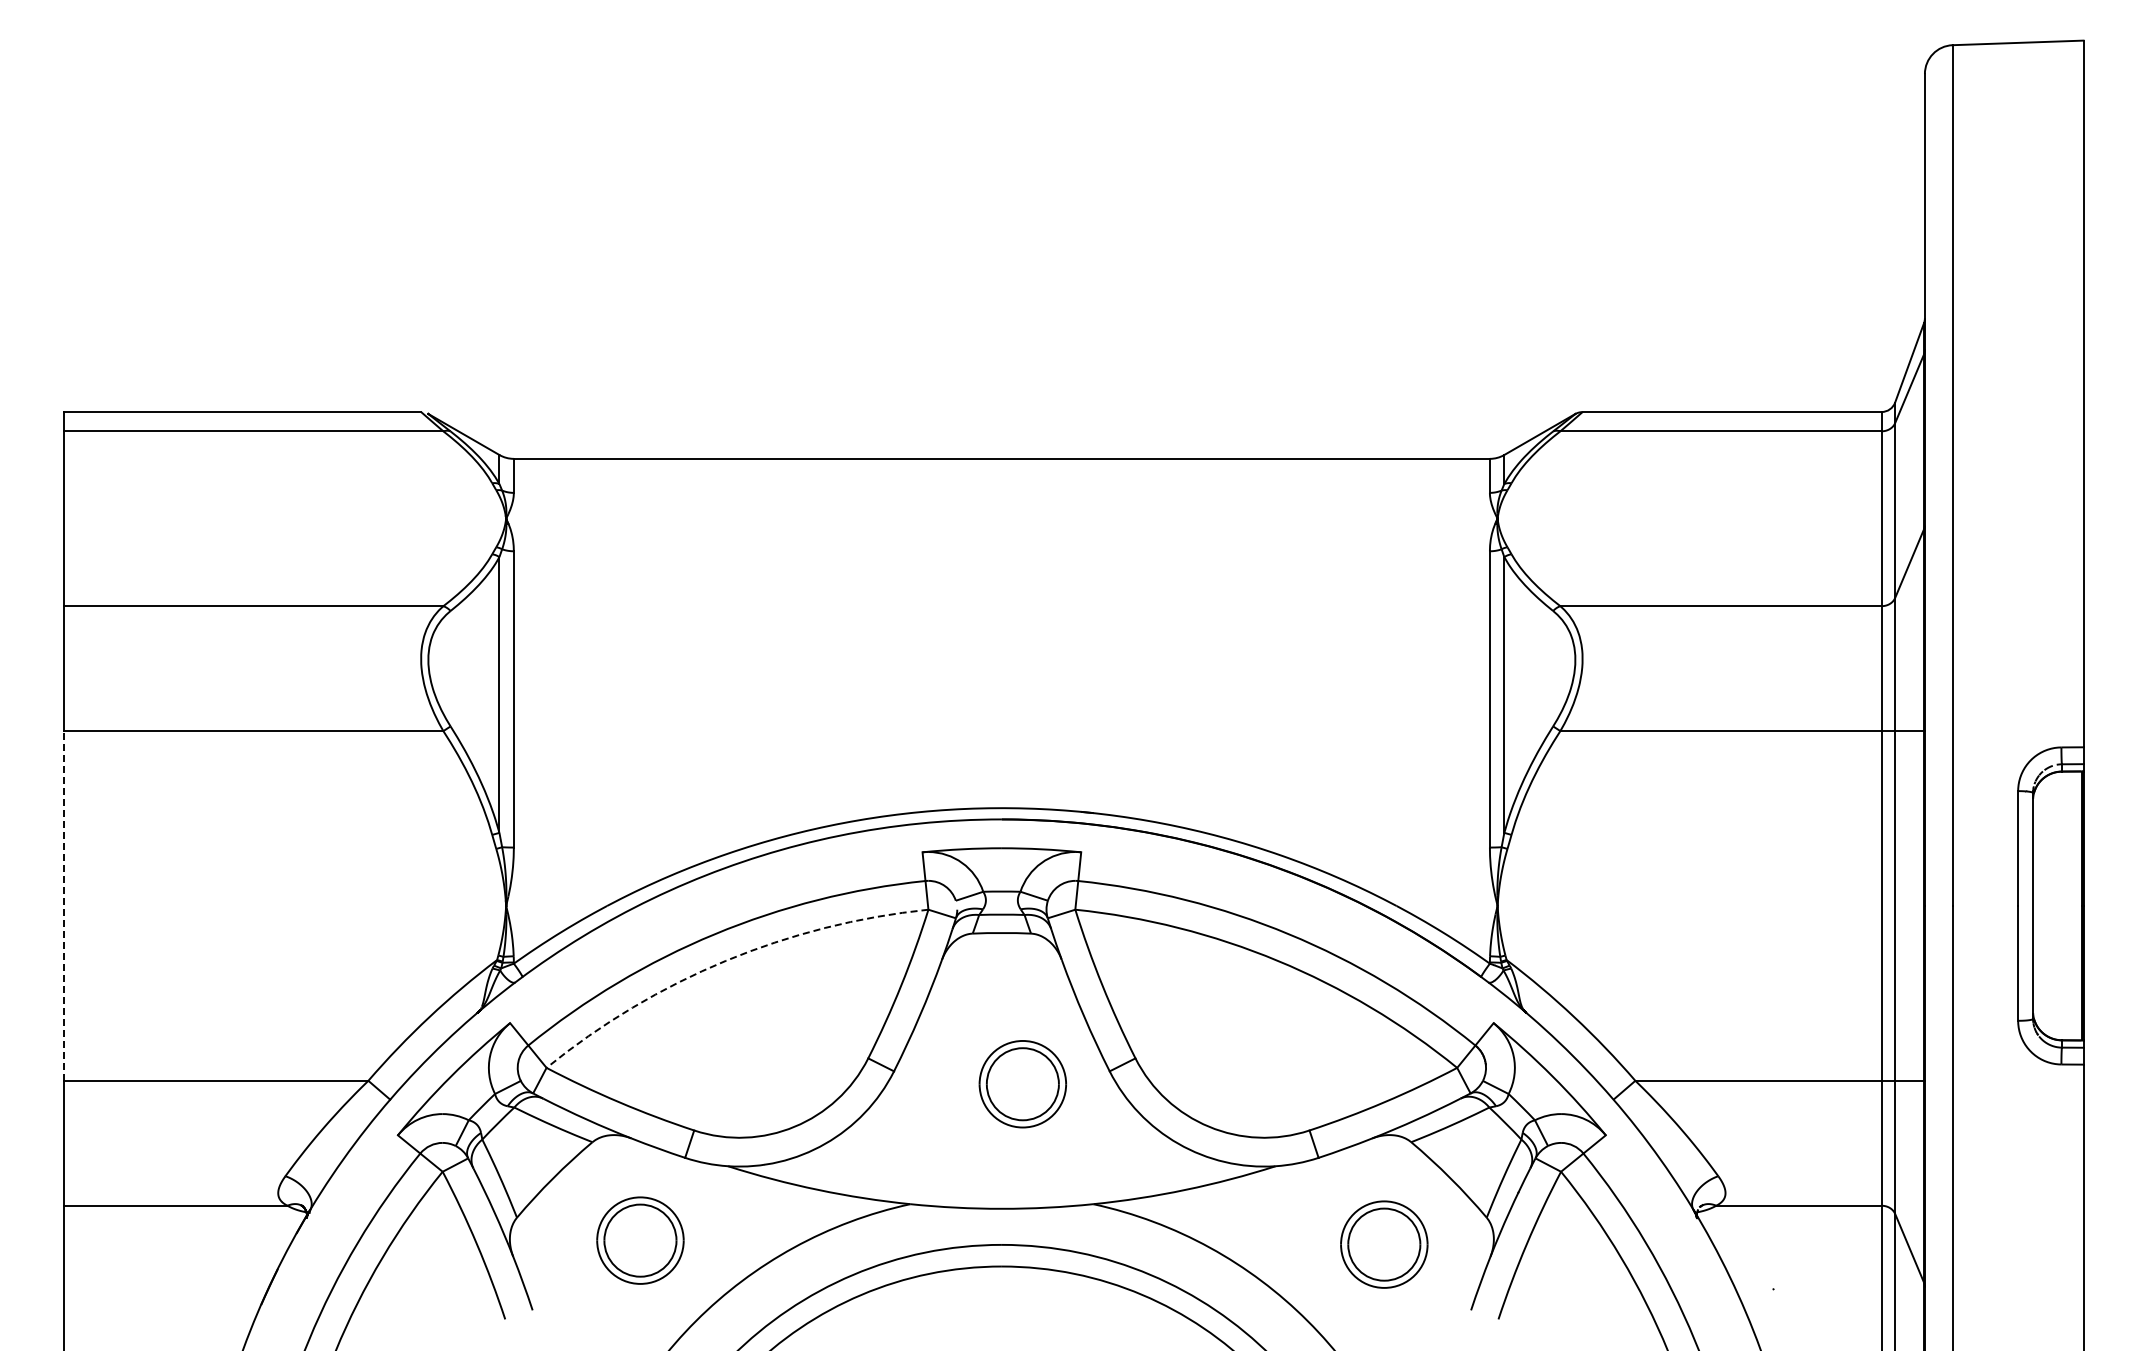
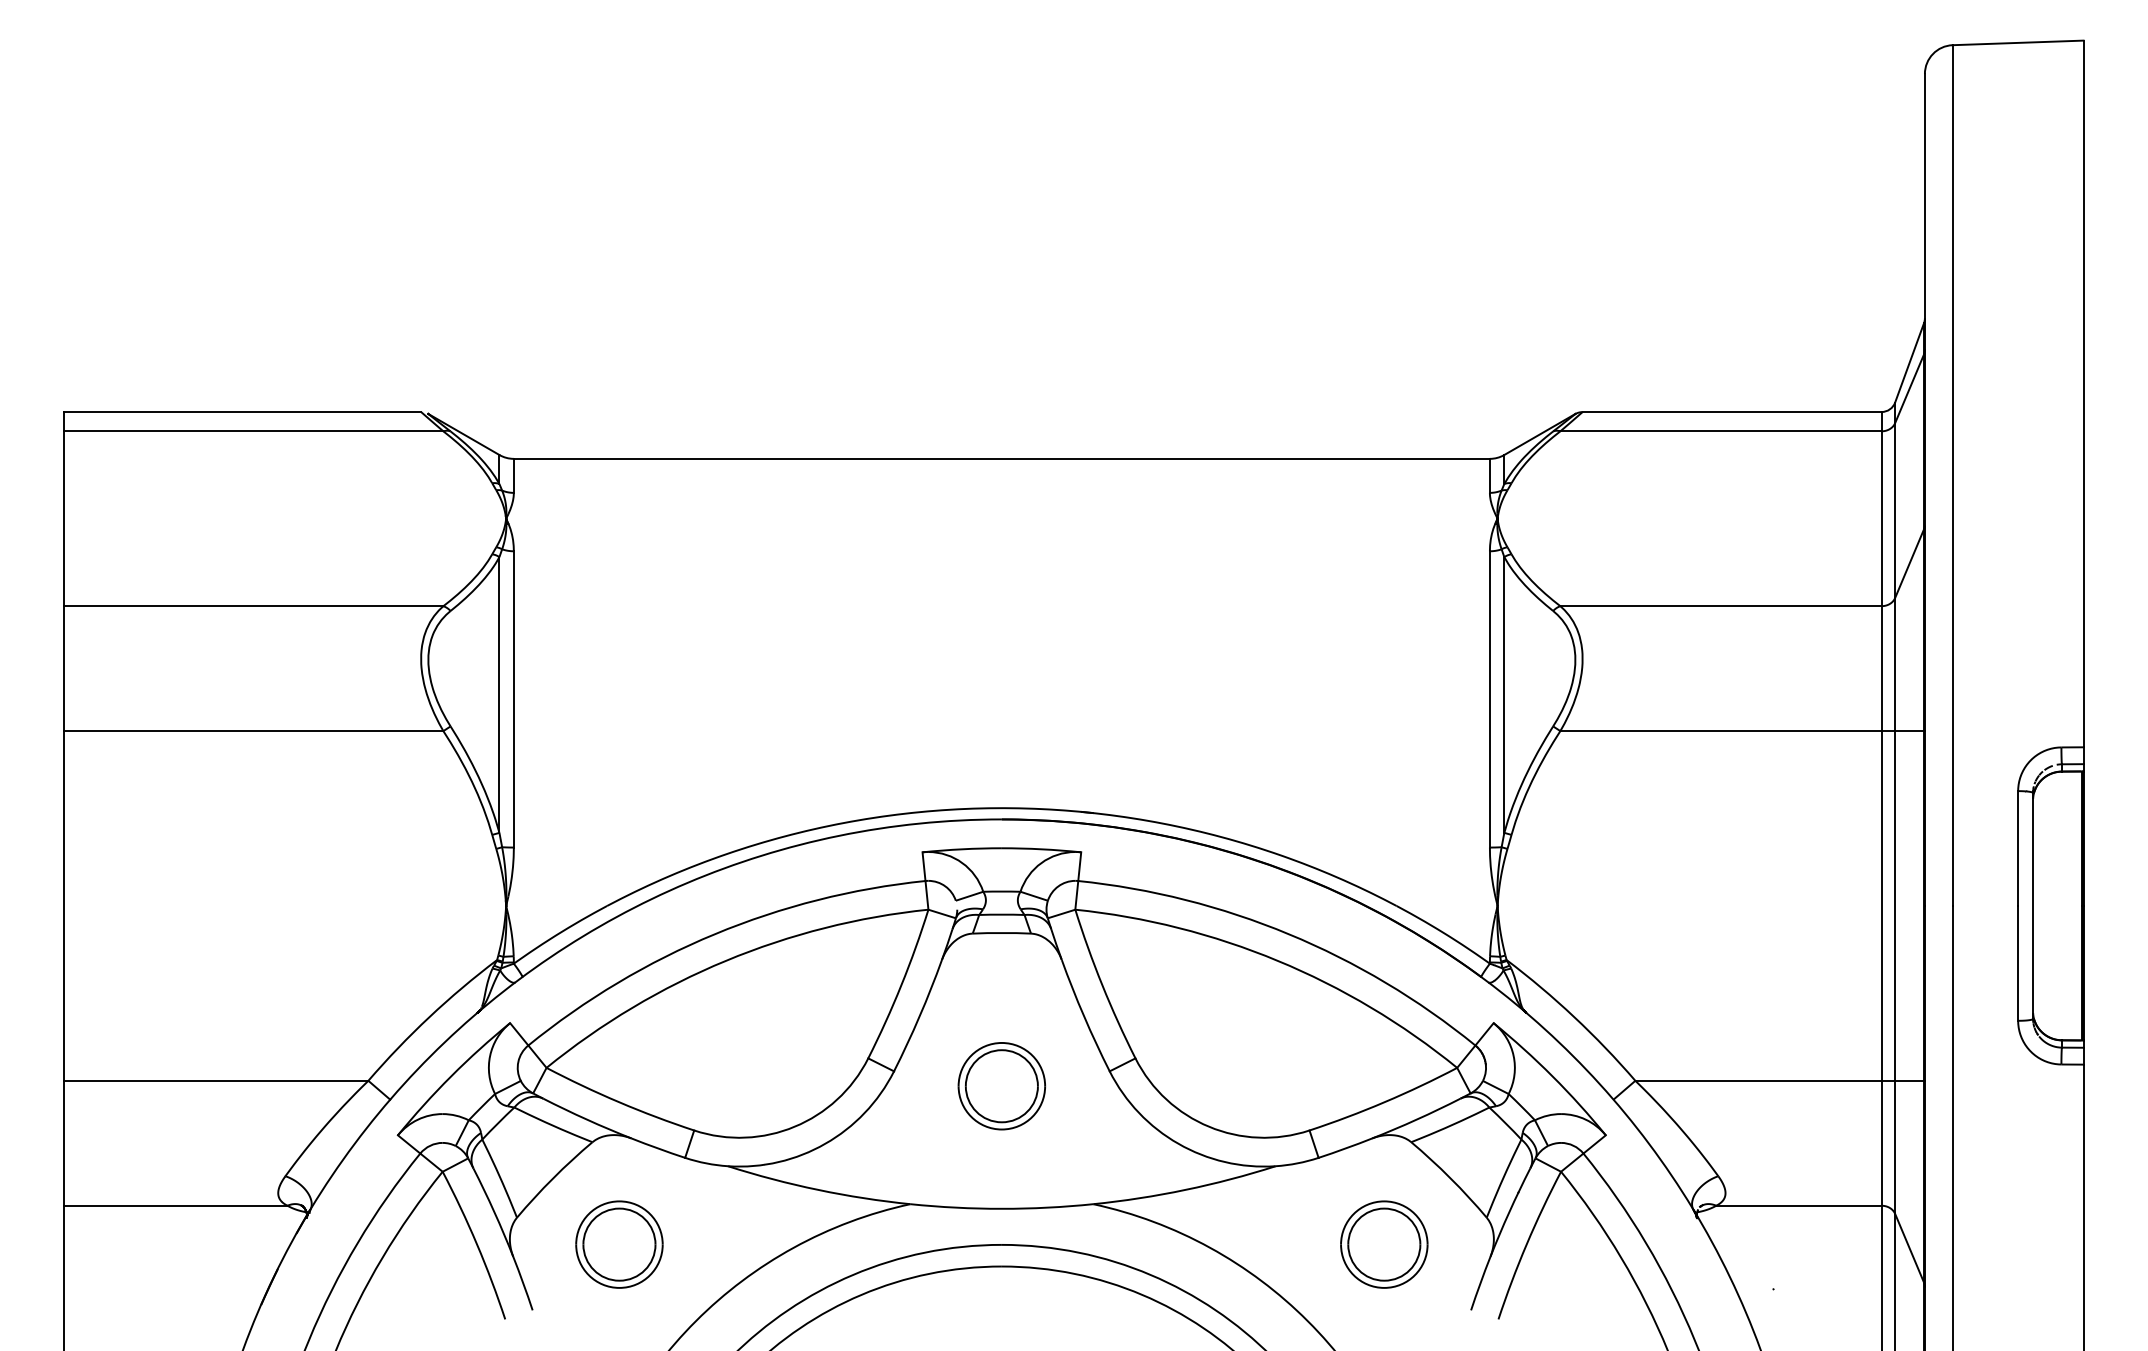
line at (64, 905): dashed -> solid
arc at (725, 960): dashed -> solid
part at (1022, 1084) position: (1022, 1084) -> (1001, 1086)
part at (640, 1240) position: (640, 1240) -> (619, 1244)
